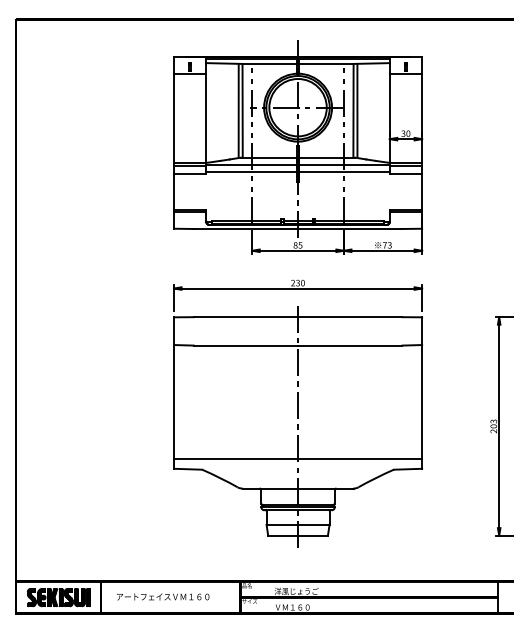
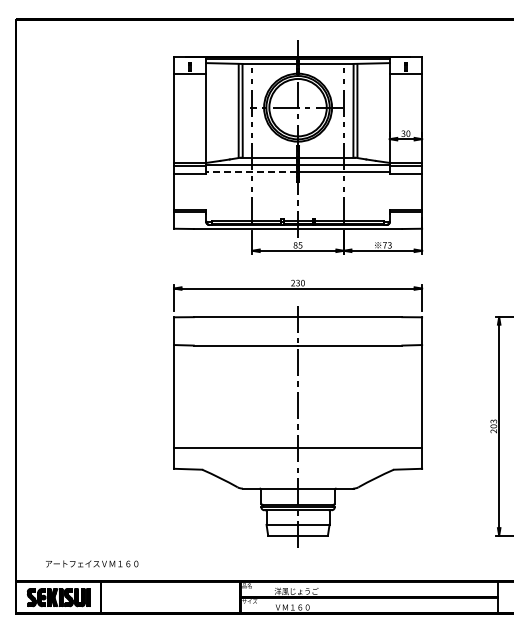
line at (251, 171): solid -> dashed
line at (298, 459) position: (298, 459) -> (298, 448)
text at (163, 596) position: (163, 596) -> (92, 563)
